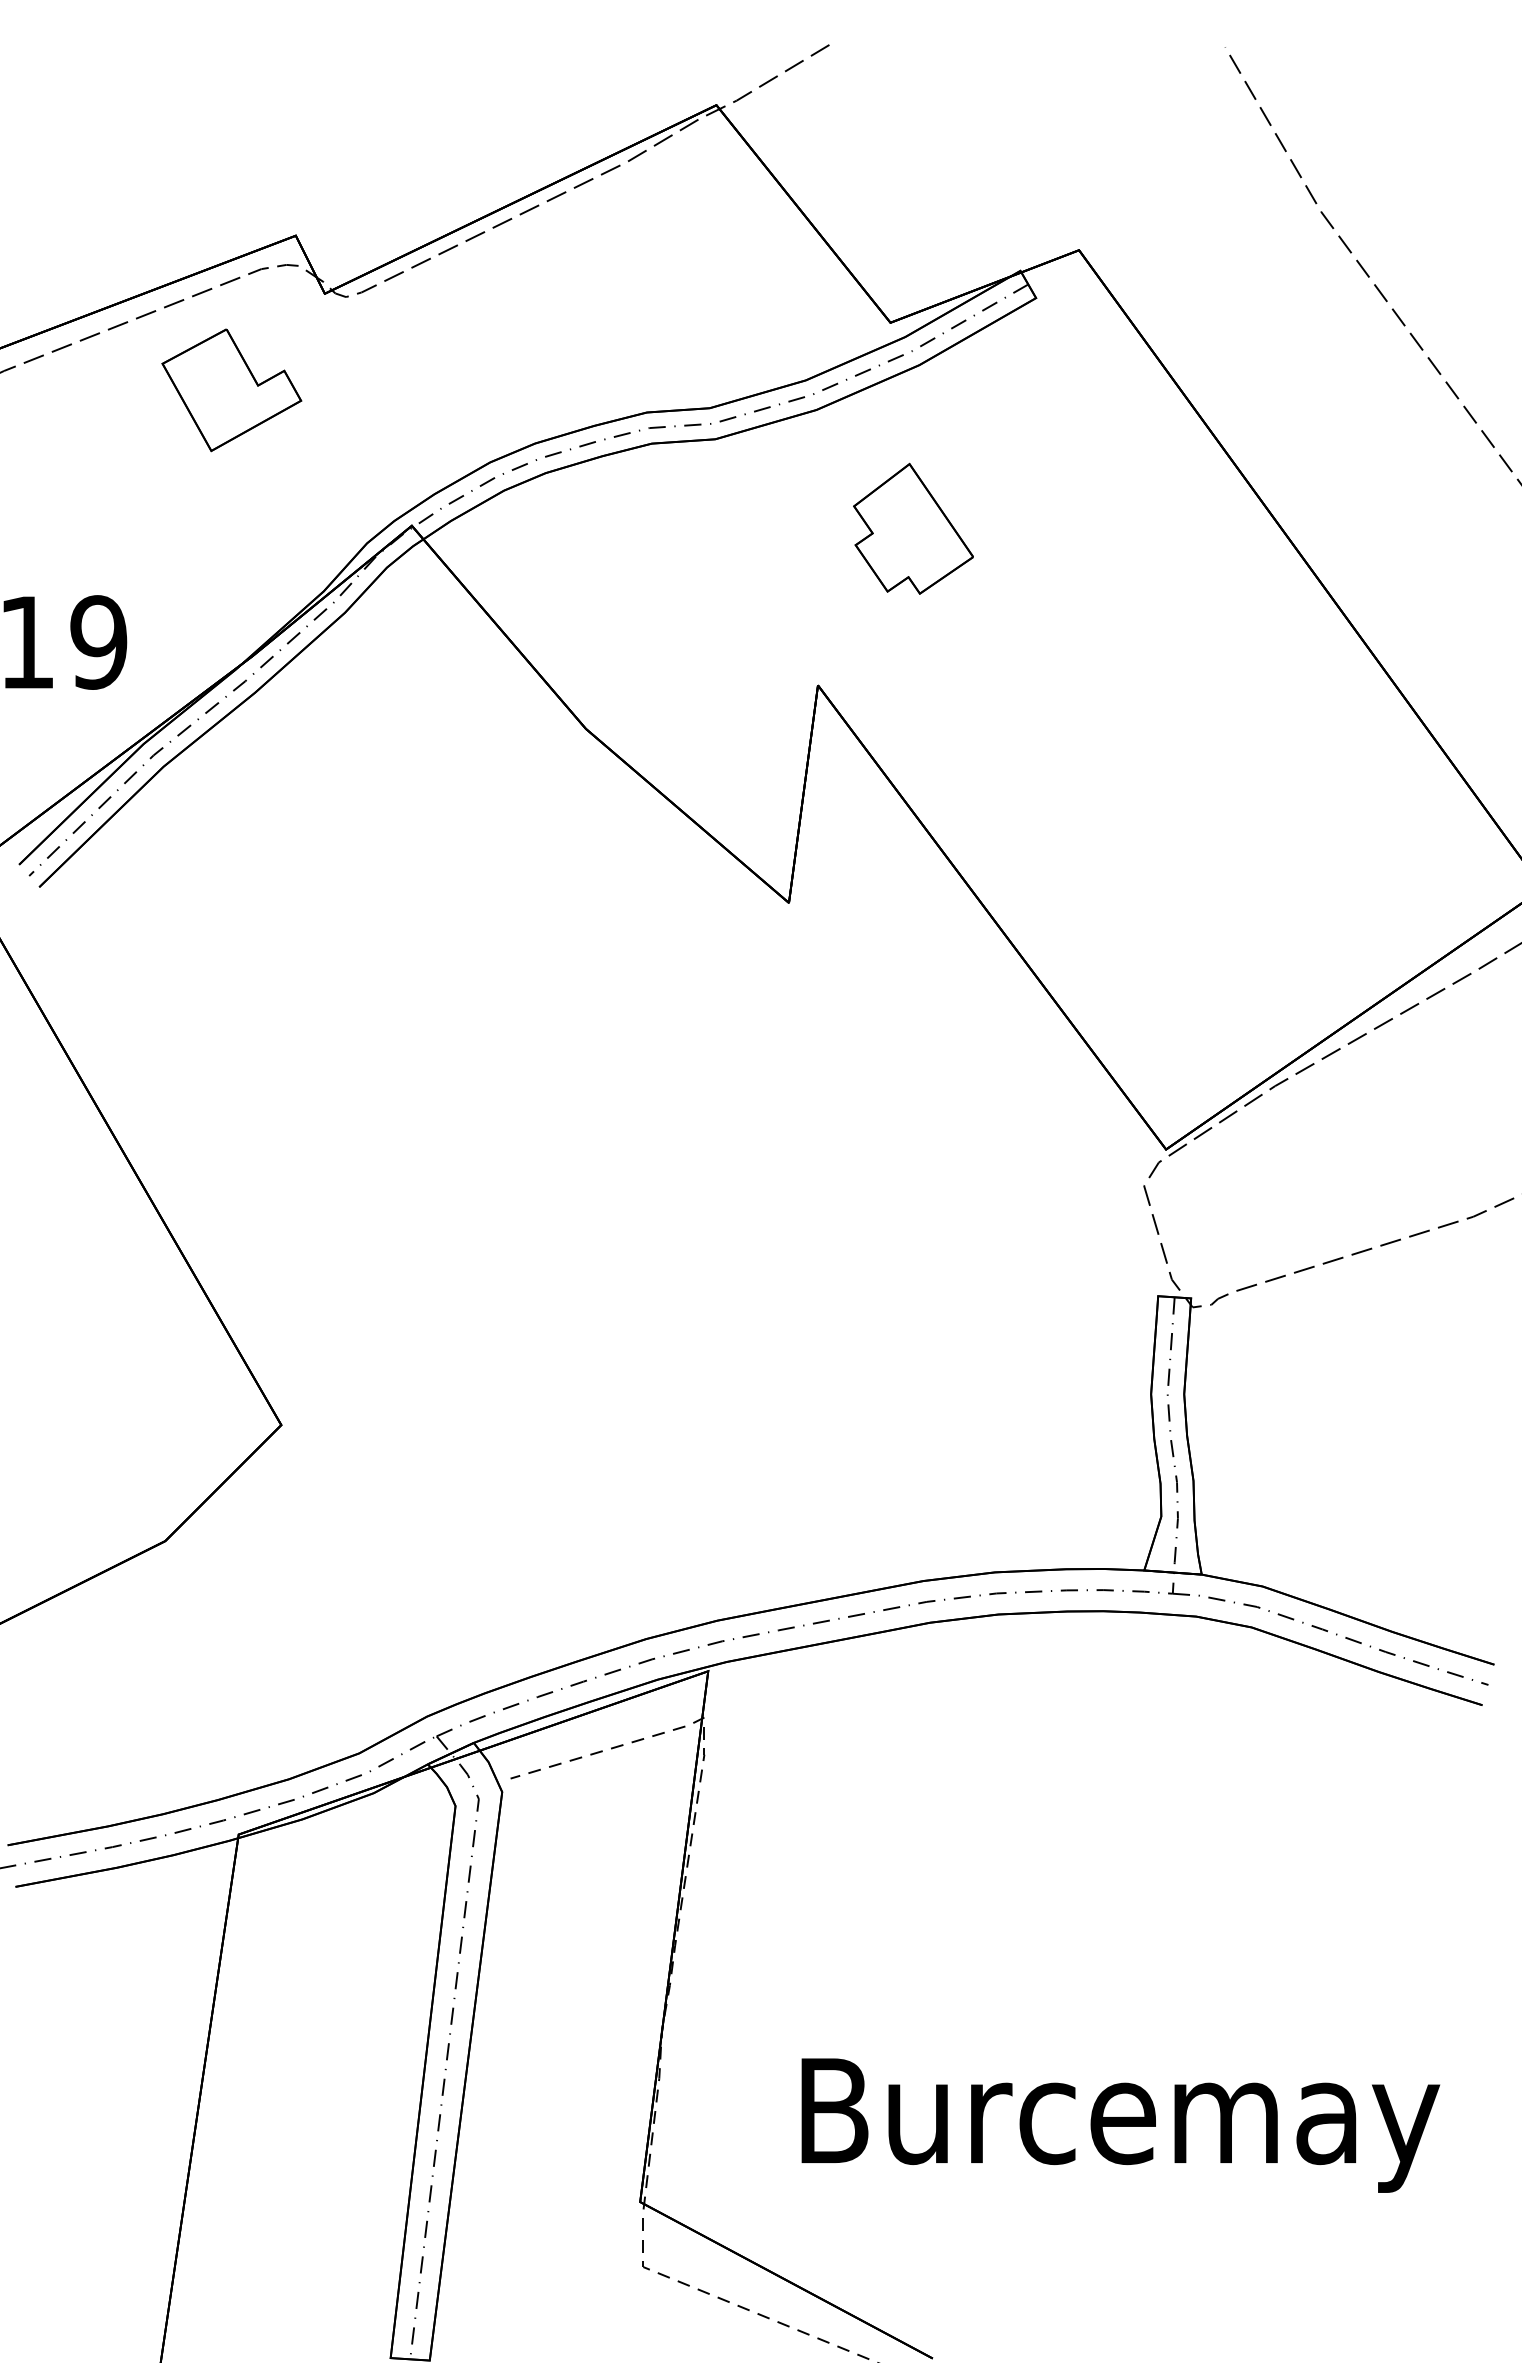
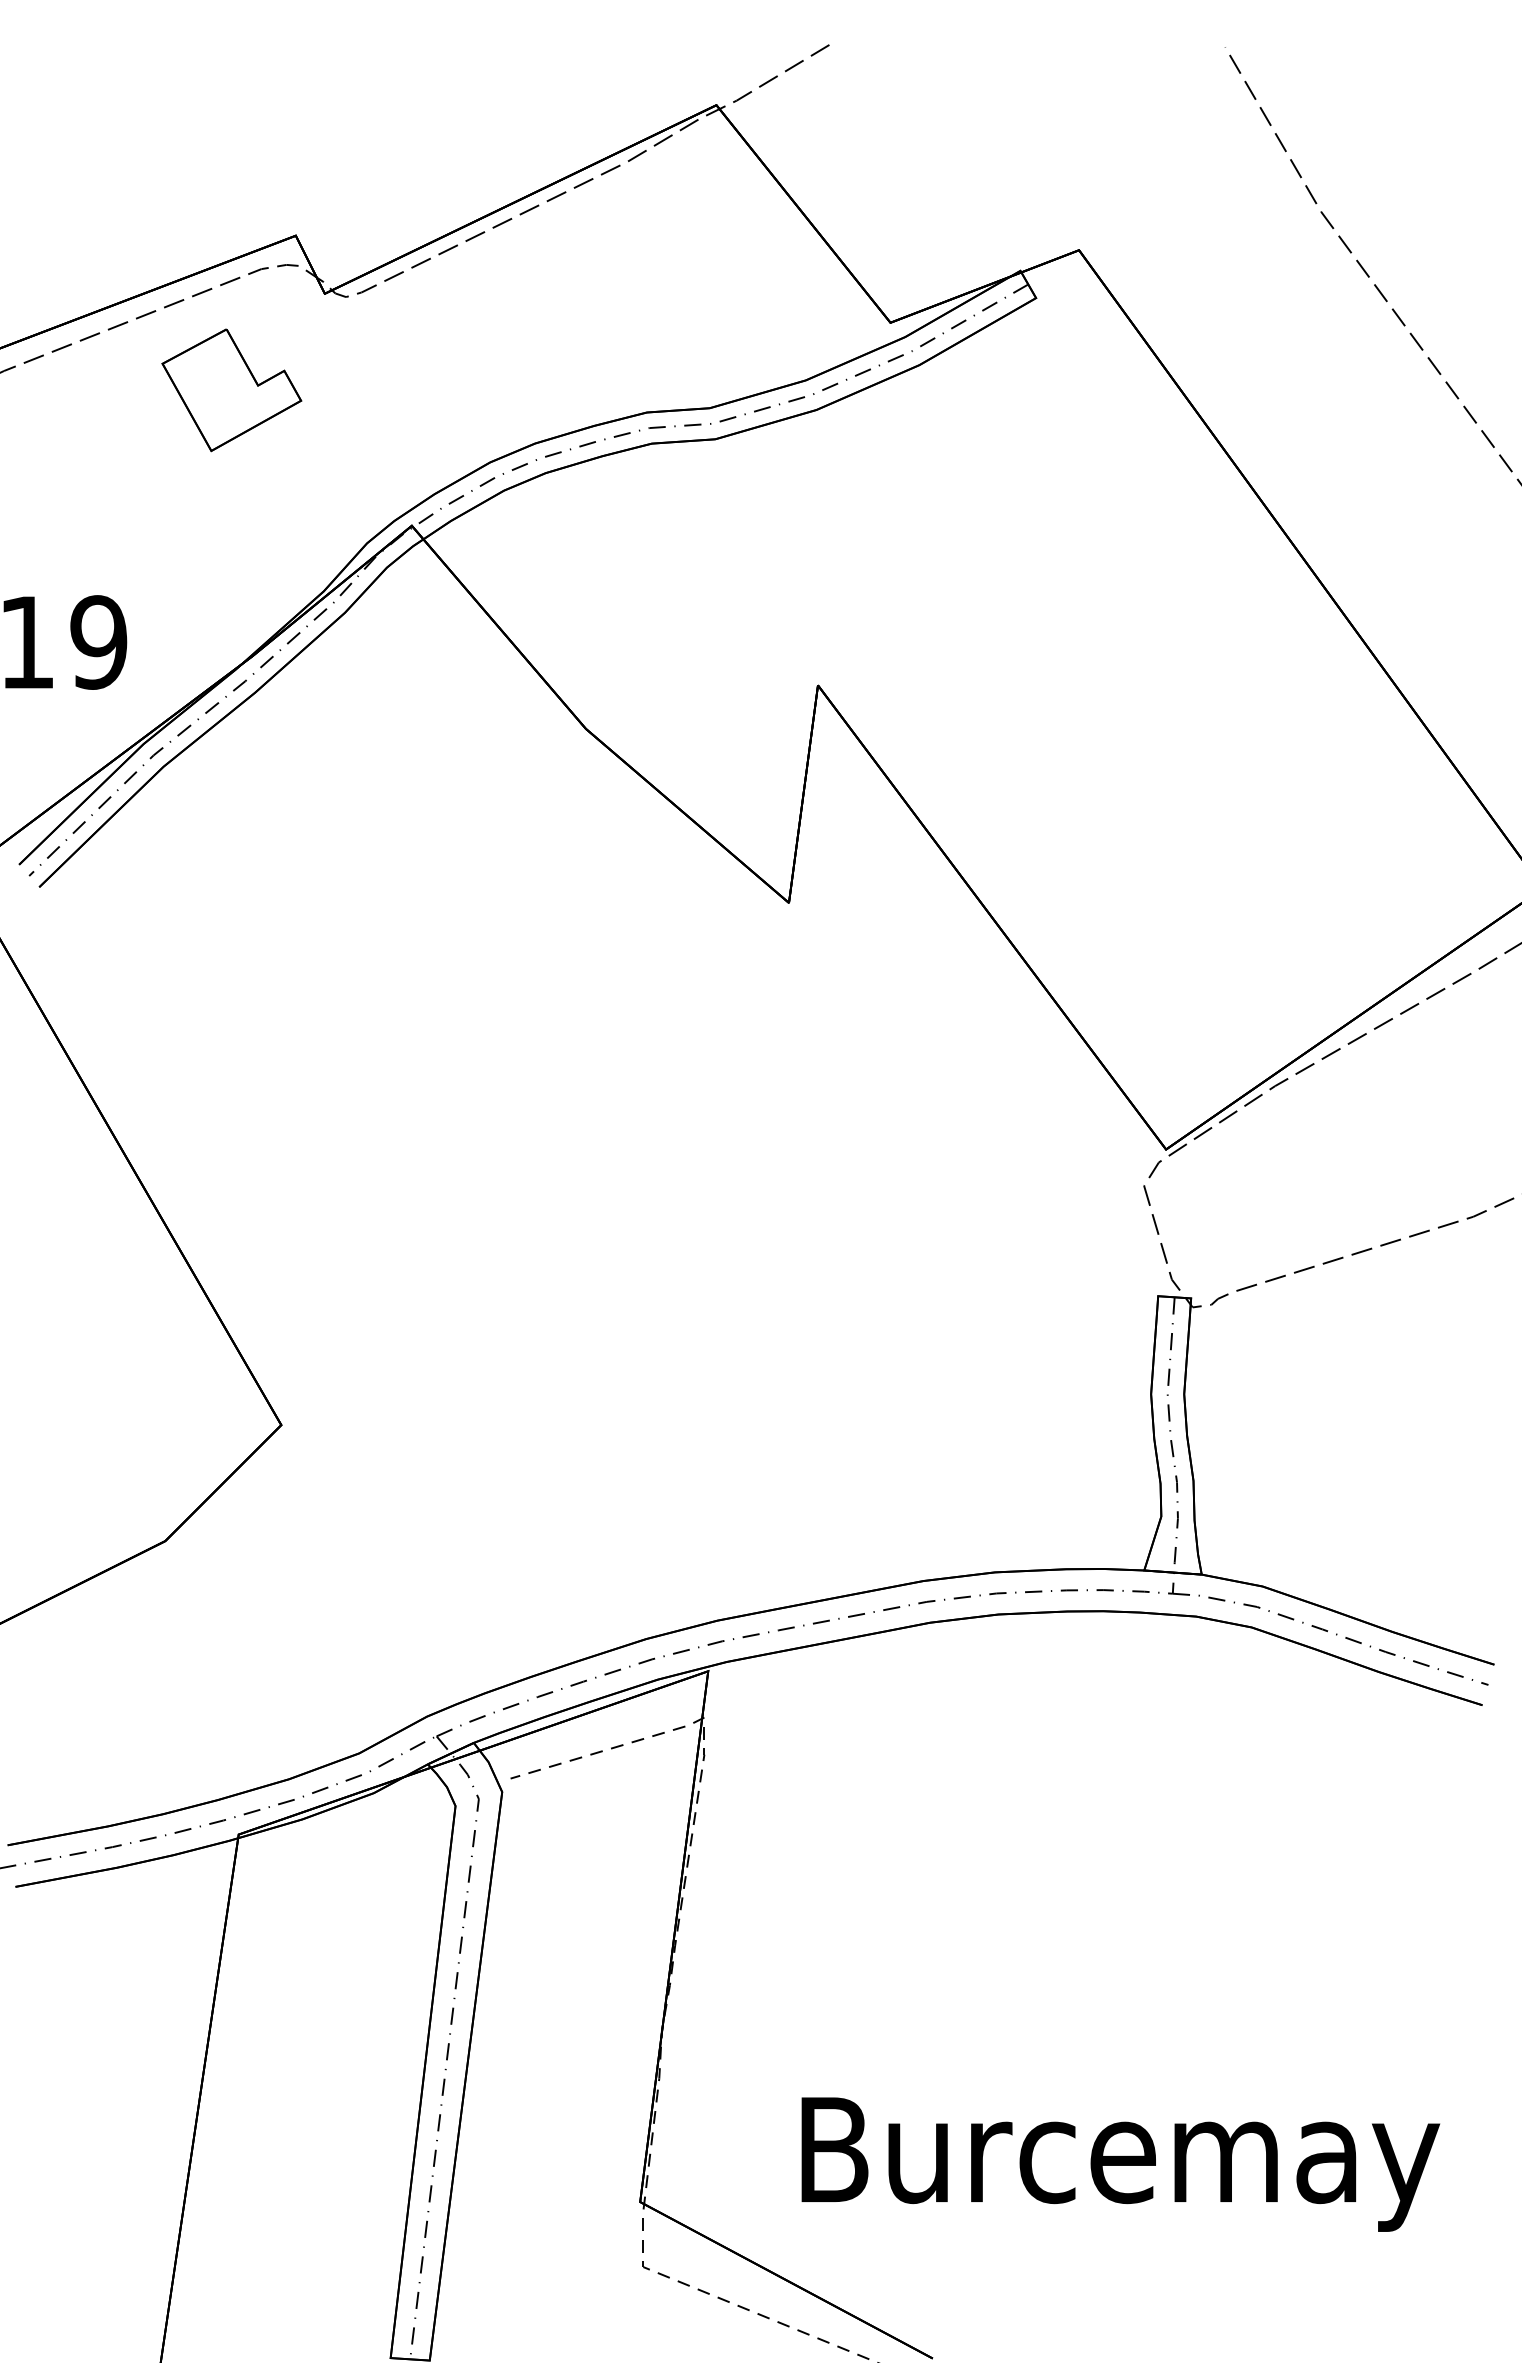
part at (913, 528): present -> none
text at (1120, 2125) position: (1120, 2125) -> (1120, 2164)
